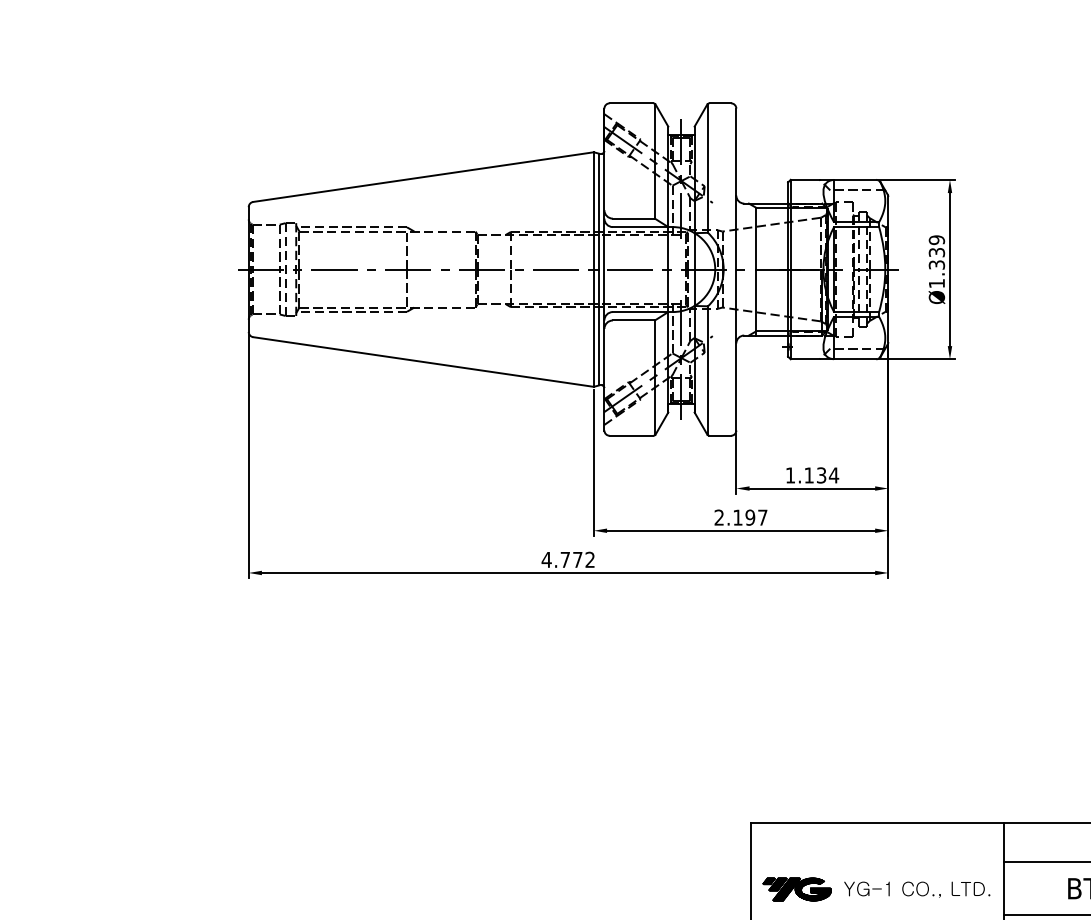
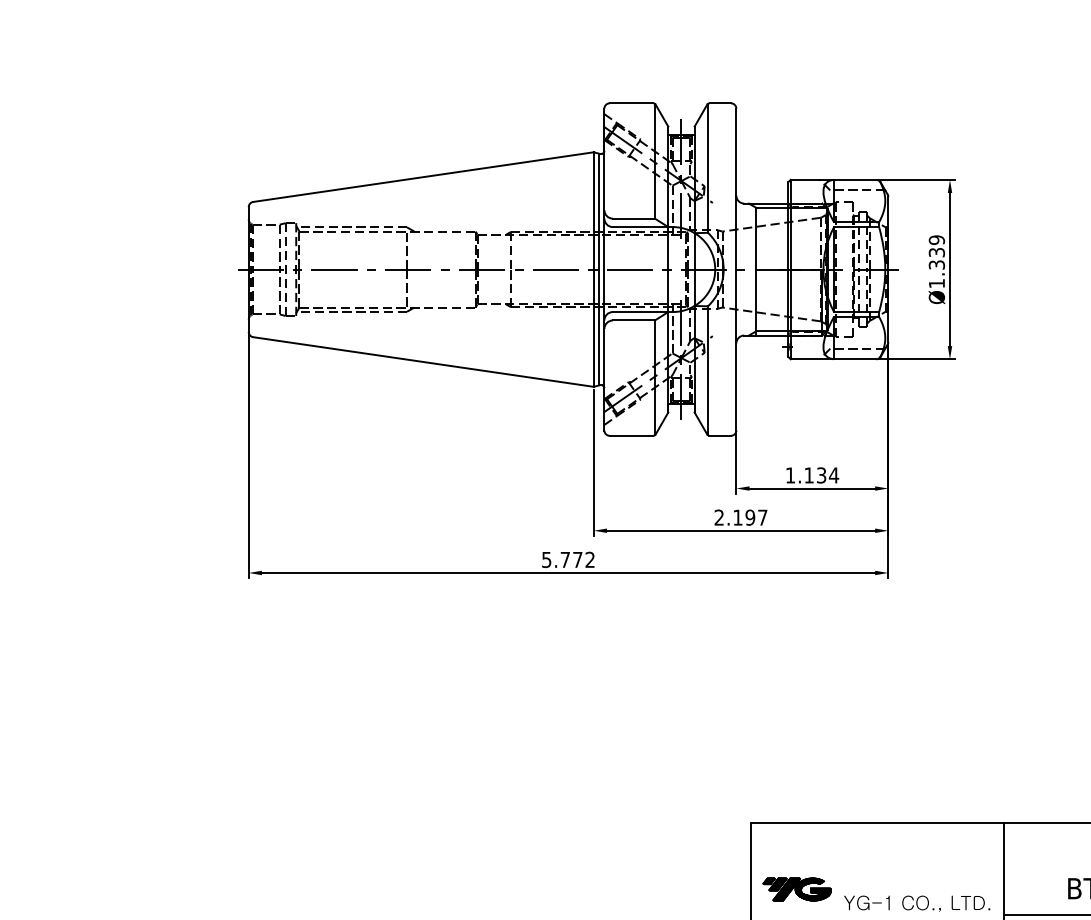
text at (546, 560): 4.772 -> 5.772
line at (1045, 862): present -> none
text at (917, 889) position: (917, 889) -> (917, 903)
